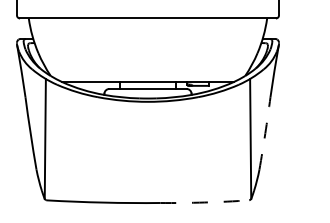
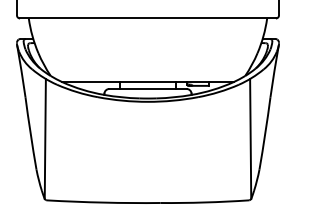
arc at (265, 133): dashed -> solid
arc at (204, 202): dashed -> solid
